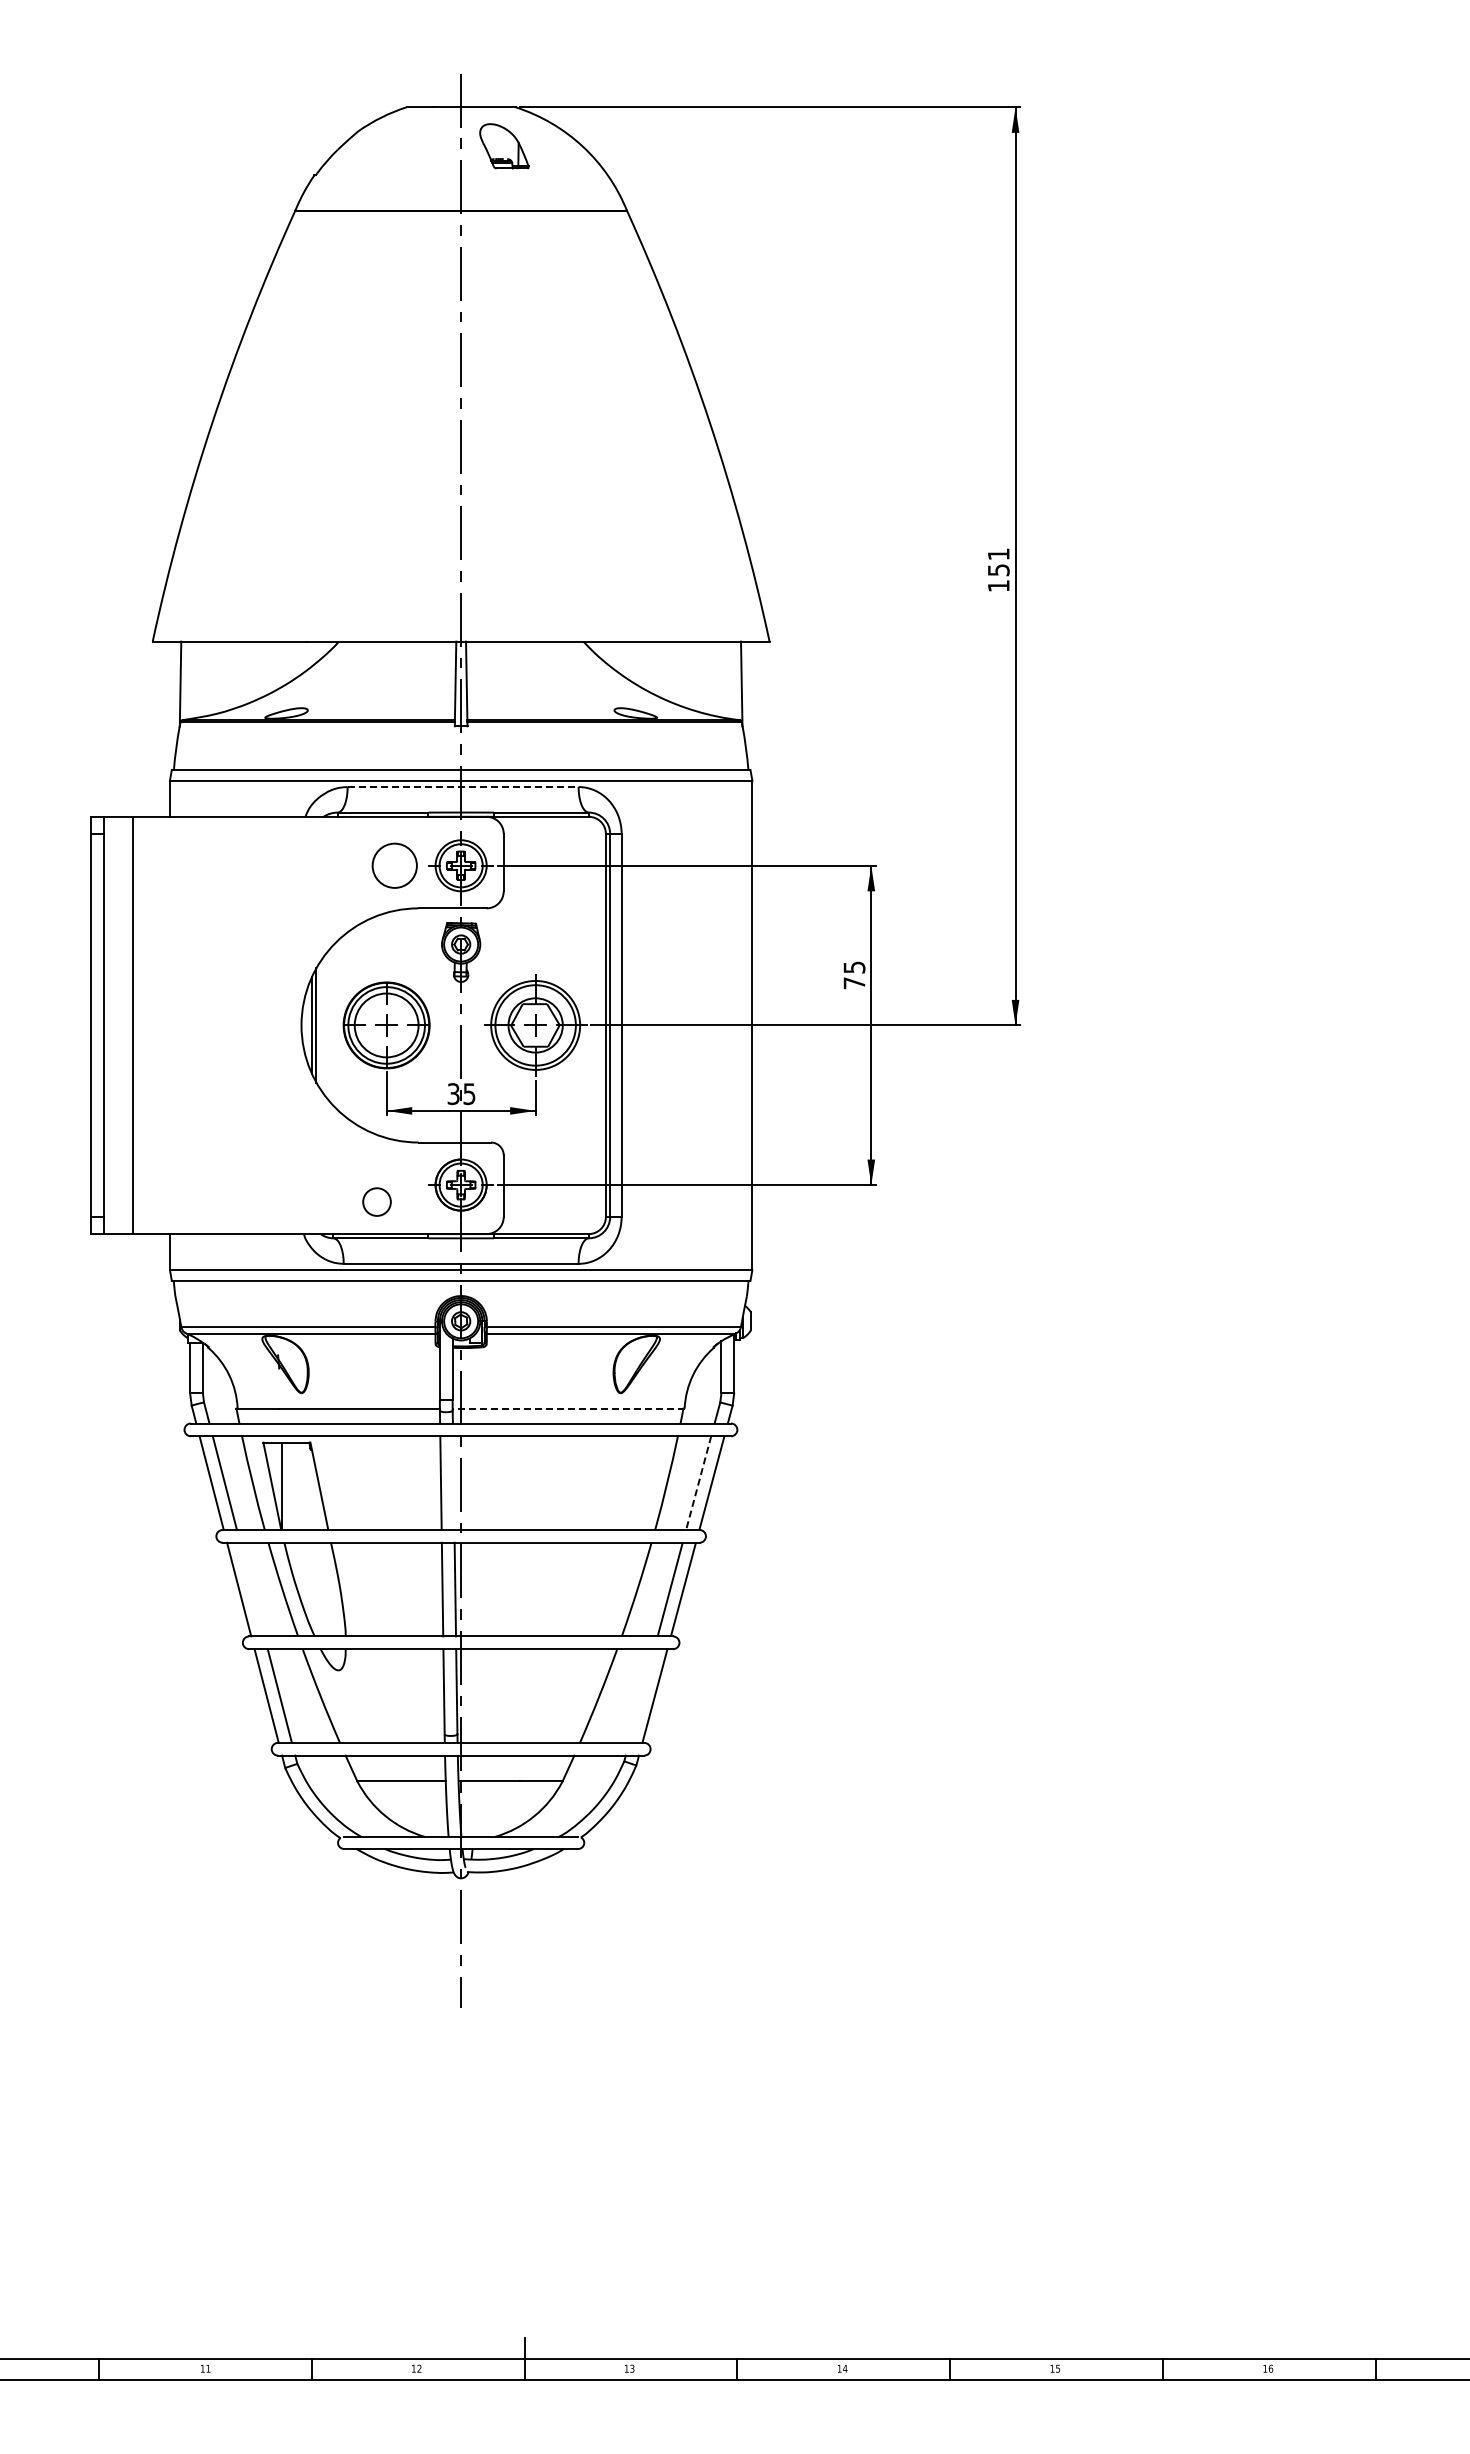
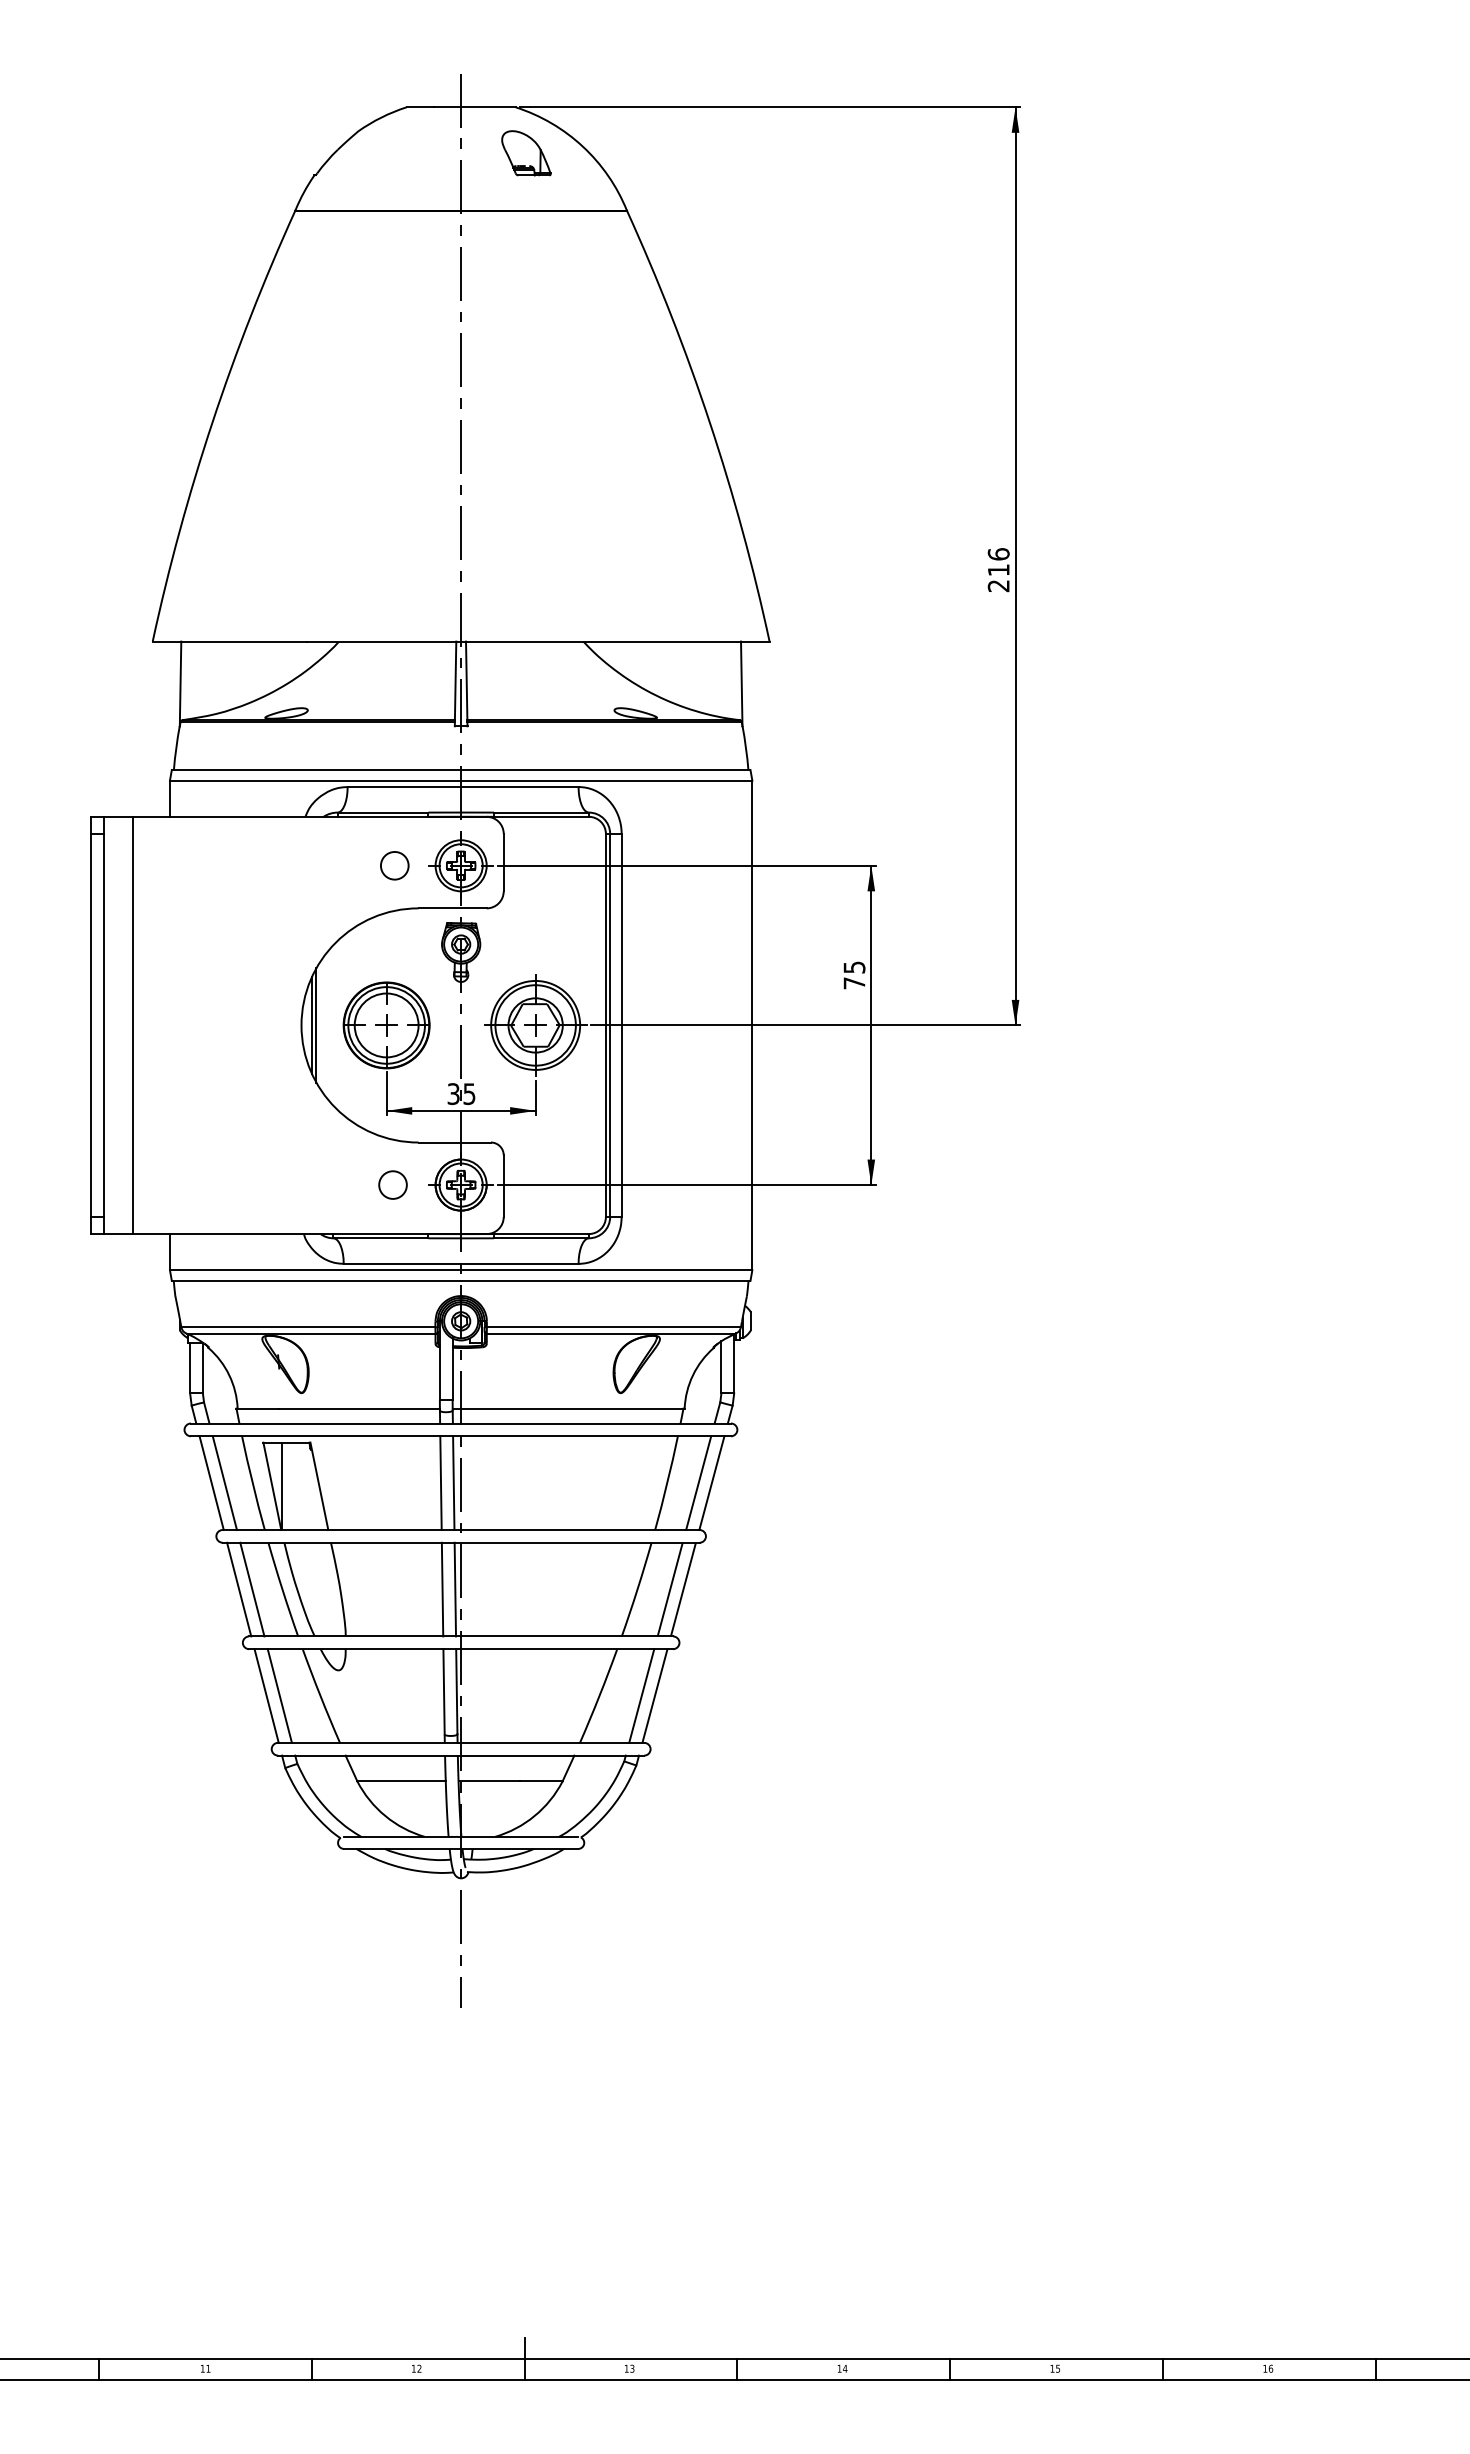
part at (504, 146) position: (504, 146) -> (526, 153)
text at (998, 570): 151 -> 216
line at (463, 787): dashed -> solid
circle at (394, 865) diameter: 44 px -> 28 px
circle at (376, 1201) position: (376, 1201) -> (392, 1184)
line at (568, 1408): dashed -> solid
line at (453, 1483): none -> present
line at (698, 1483): dashed -> solid
line at (252, 1589): none -> present
line at (641, 1695): none -> present
